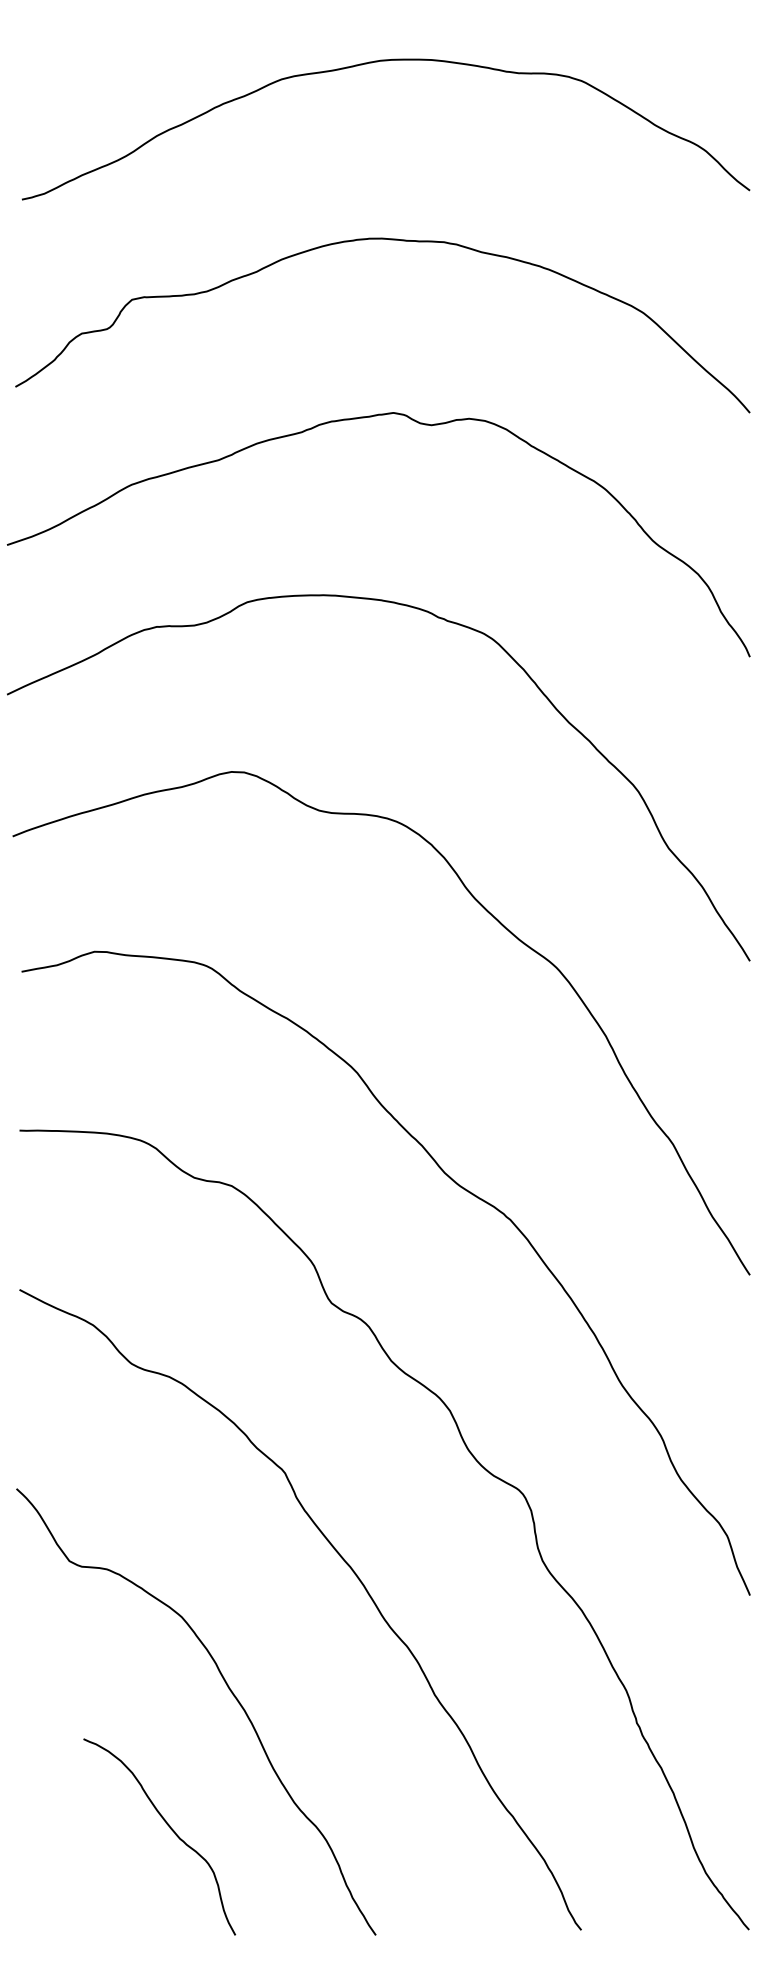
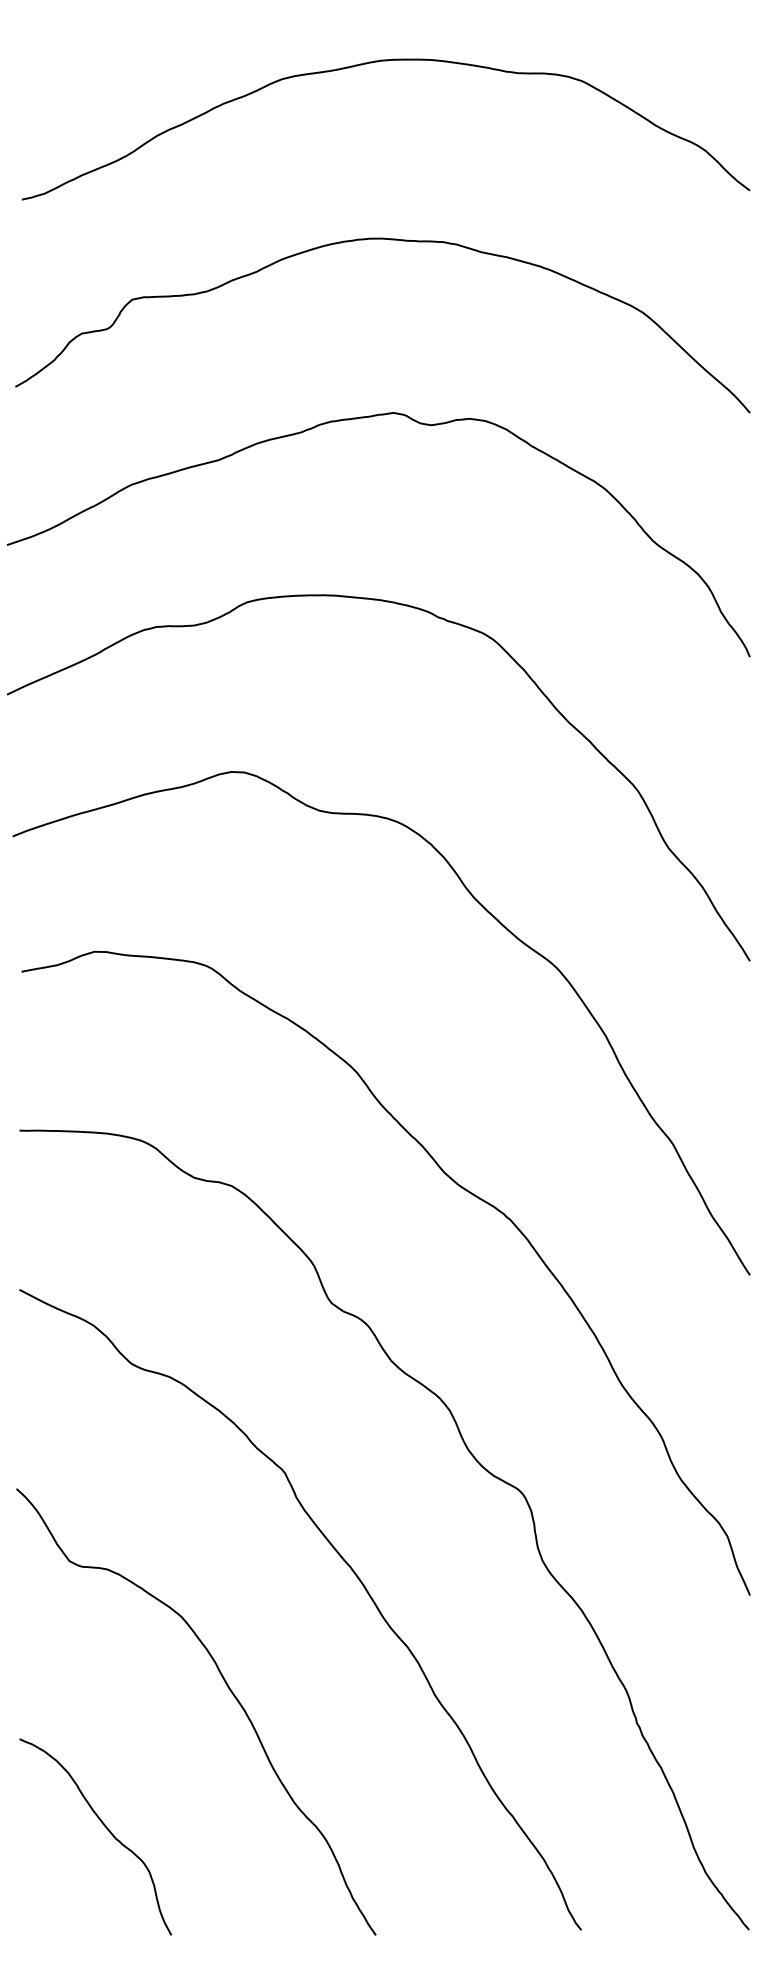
curve at (170, 1829) position: (170, 1829) -> (106, 1829)
